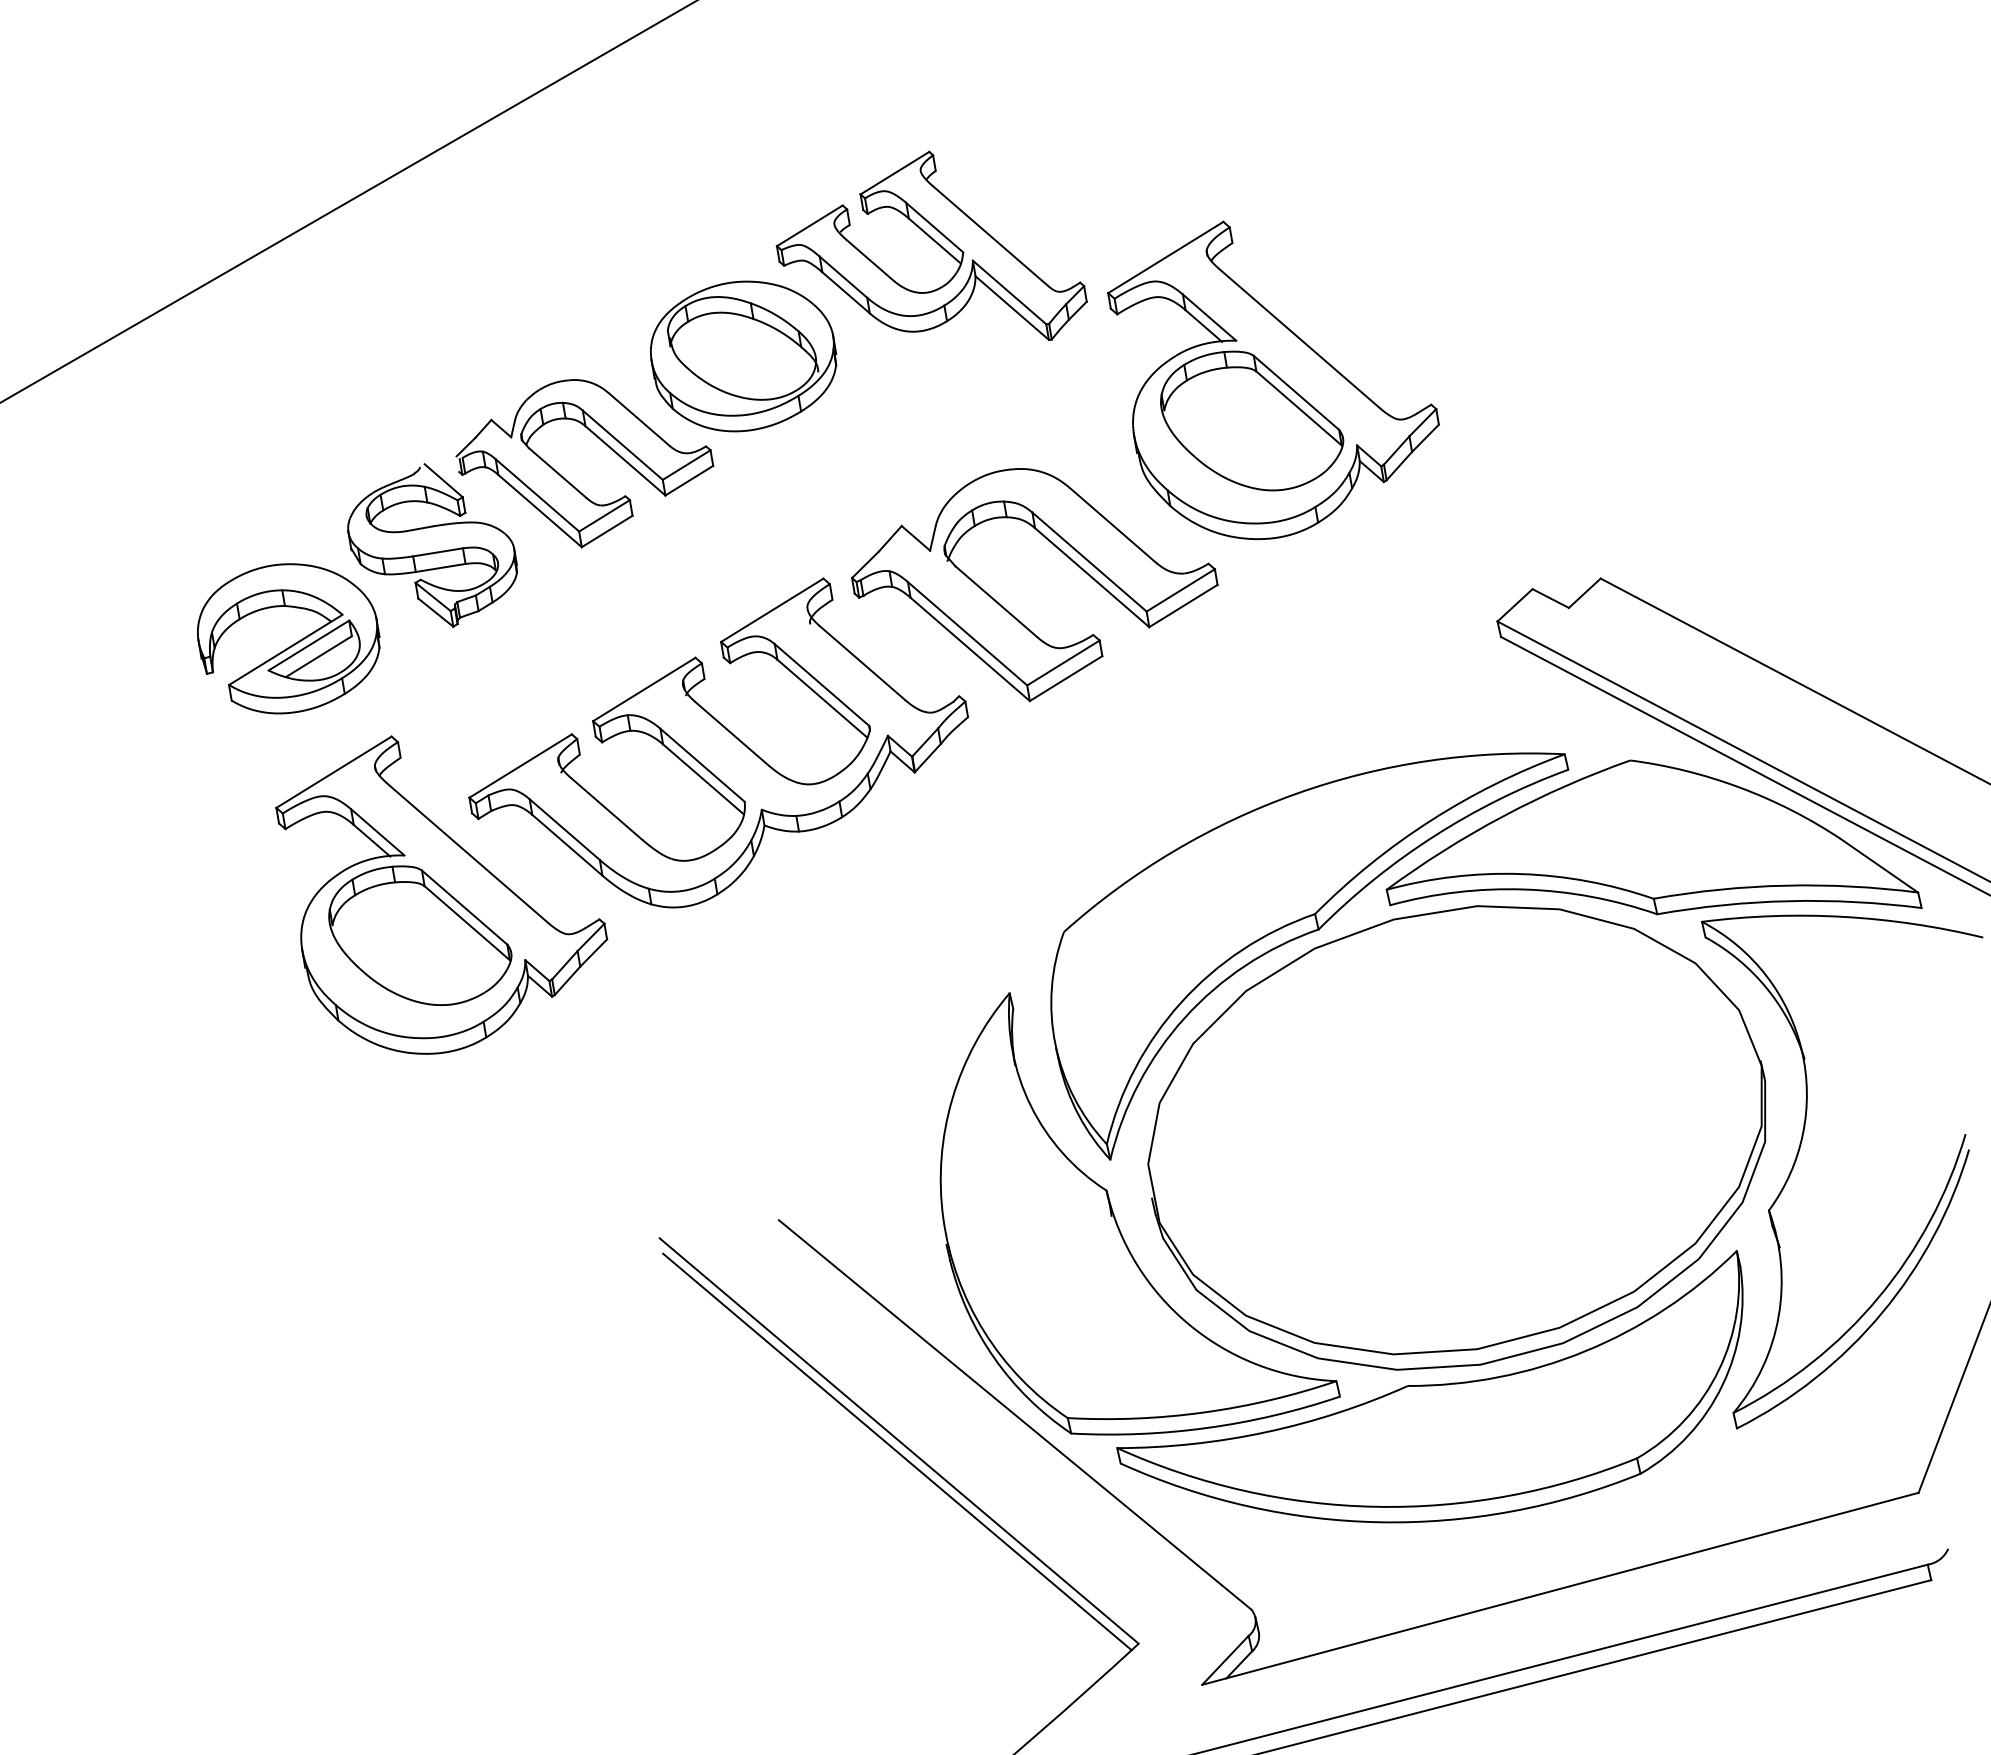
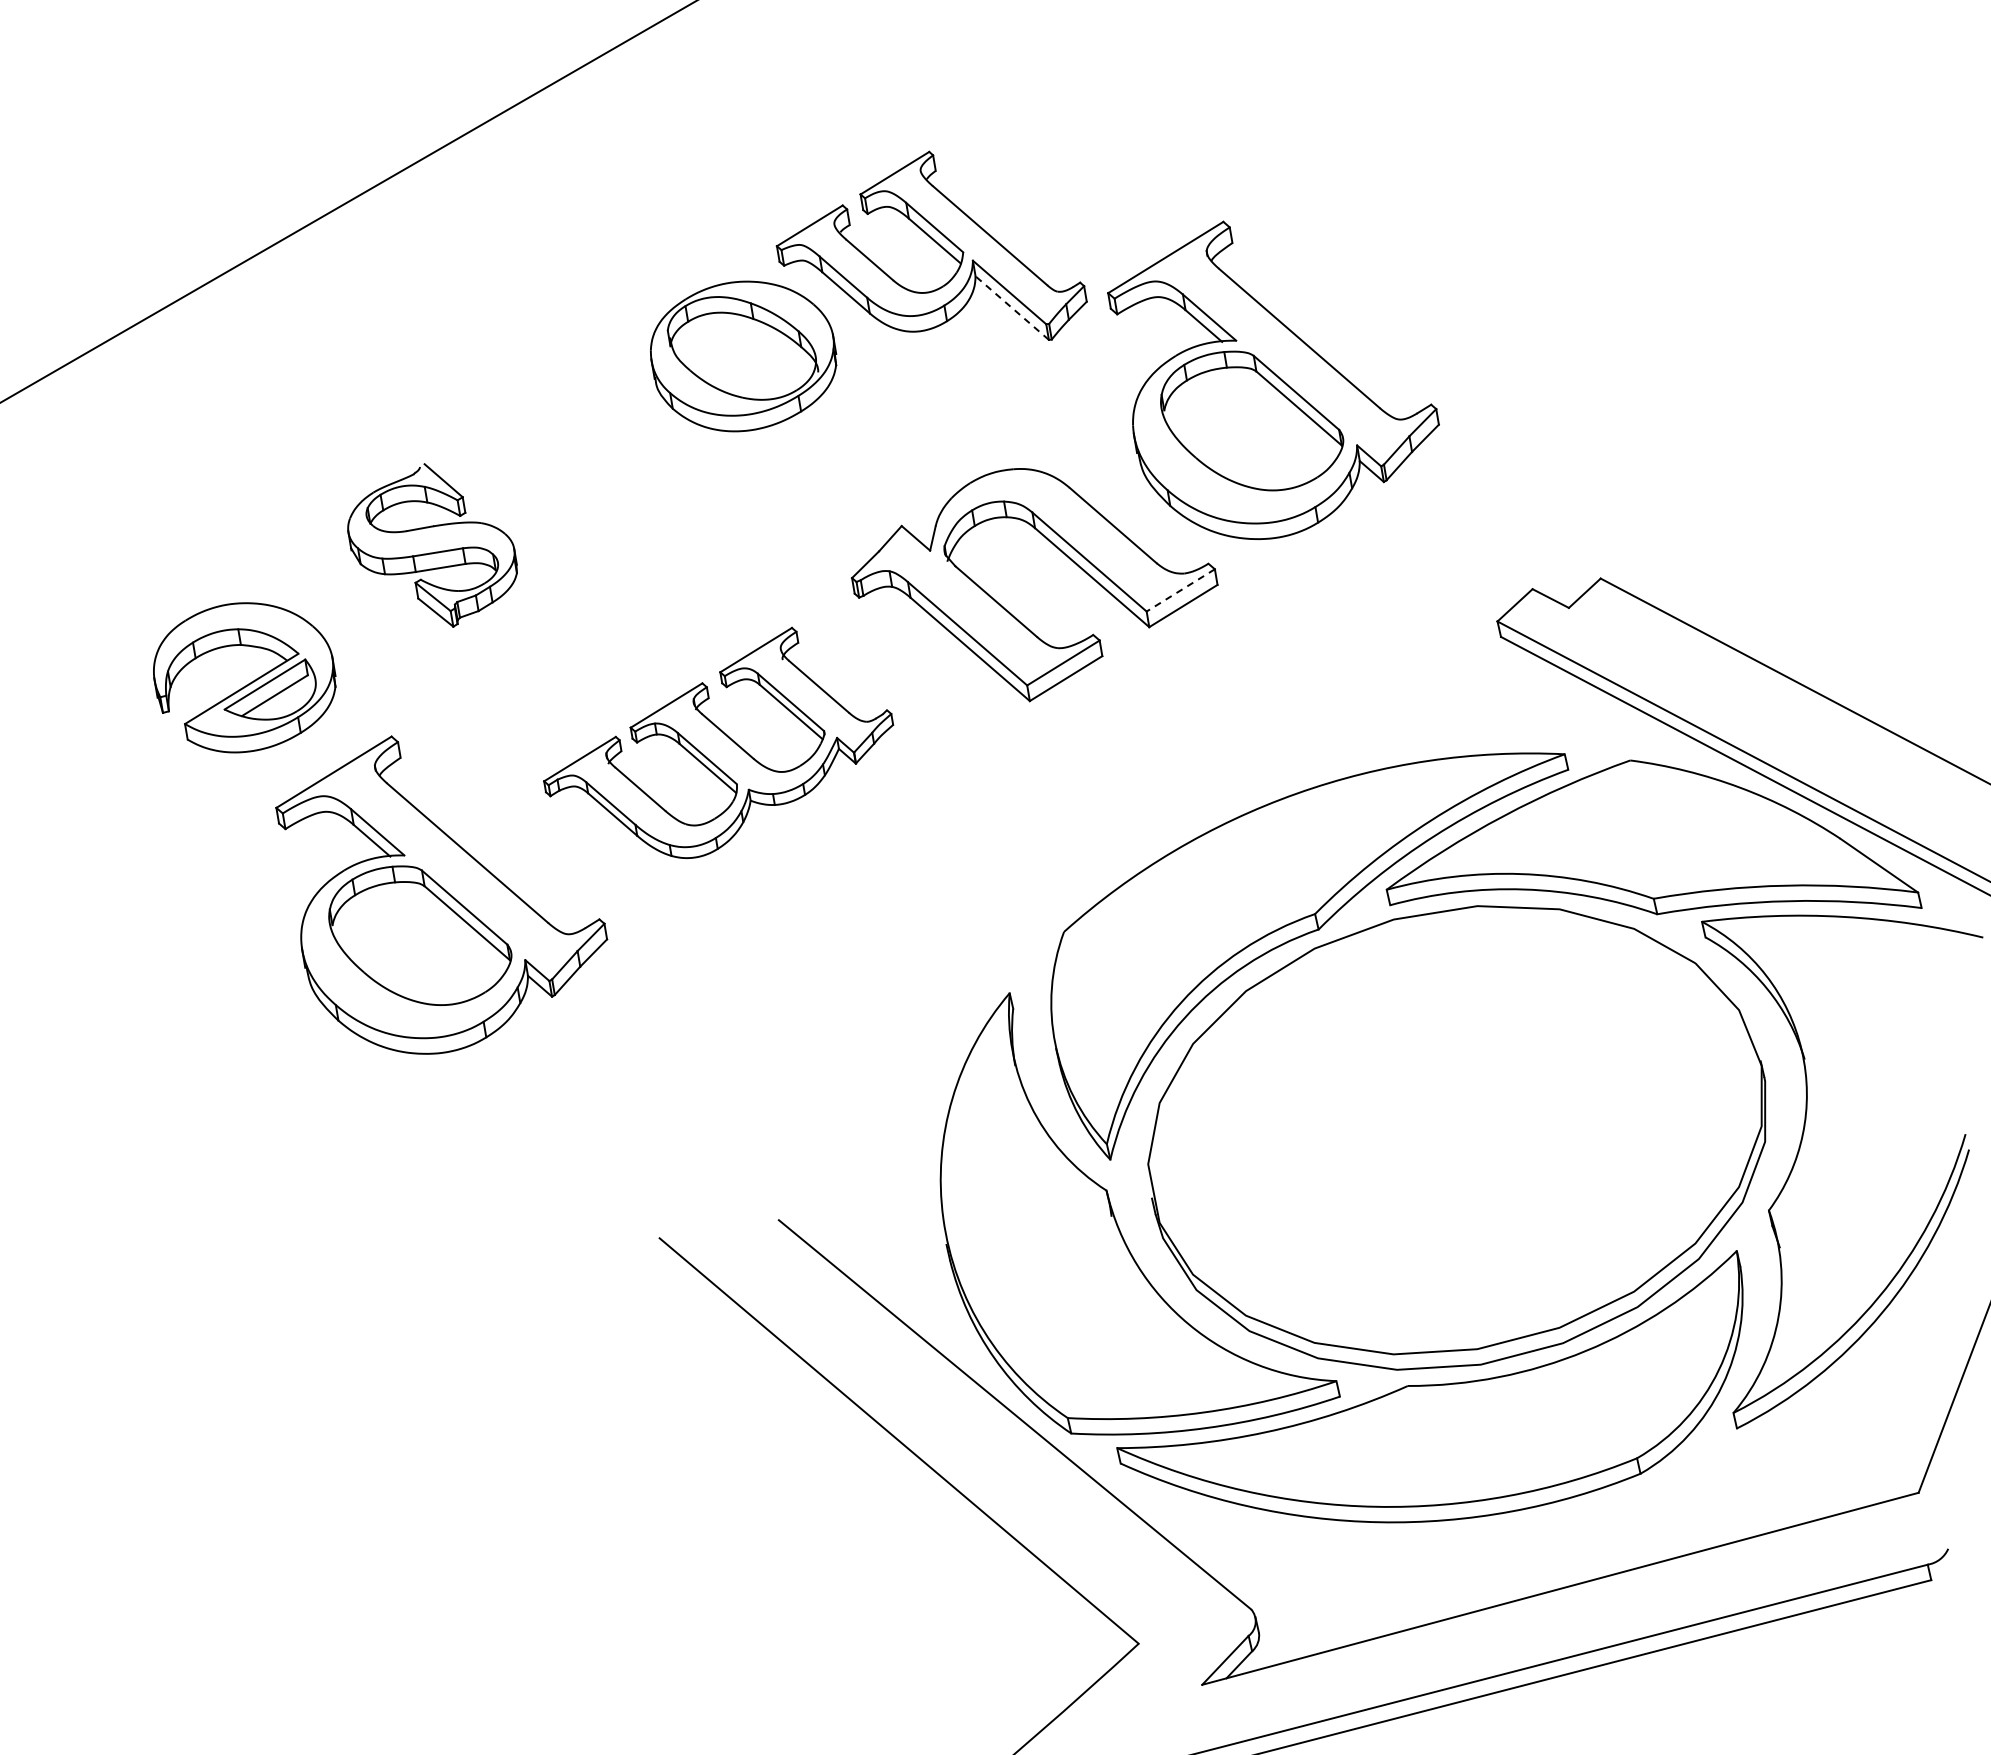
line at (1012, 308): solid -> dashed
part at (570, 482): present -> none
line at (1180, 590): solid -> dashed
part at (292, 644) position: (292, 644) -> (248, 683)
part at (718, 742) size: 501x332 px -> 352x233 px
line at (897, 1451): present -> none
